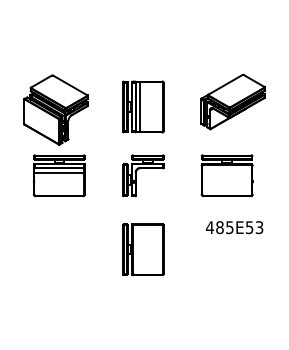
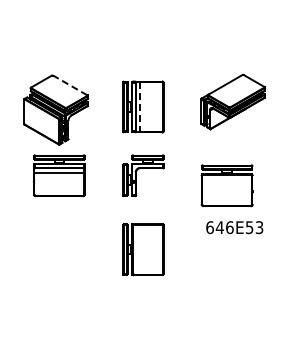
line at (70, 85): solid -> dashed
line at (140, 107): solid -> dashed
part at (226, 175) position: (226, 175) -> (226, 185)
text at (219, 227): 485E53 -> 646E53
